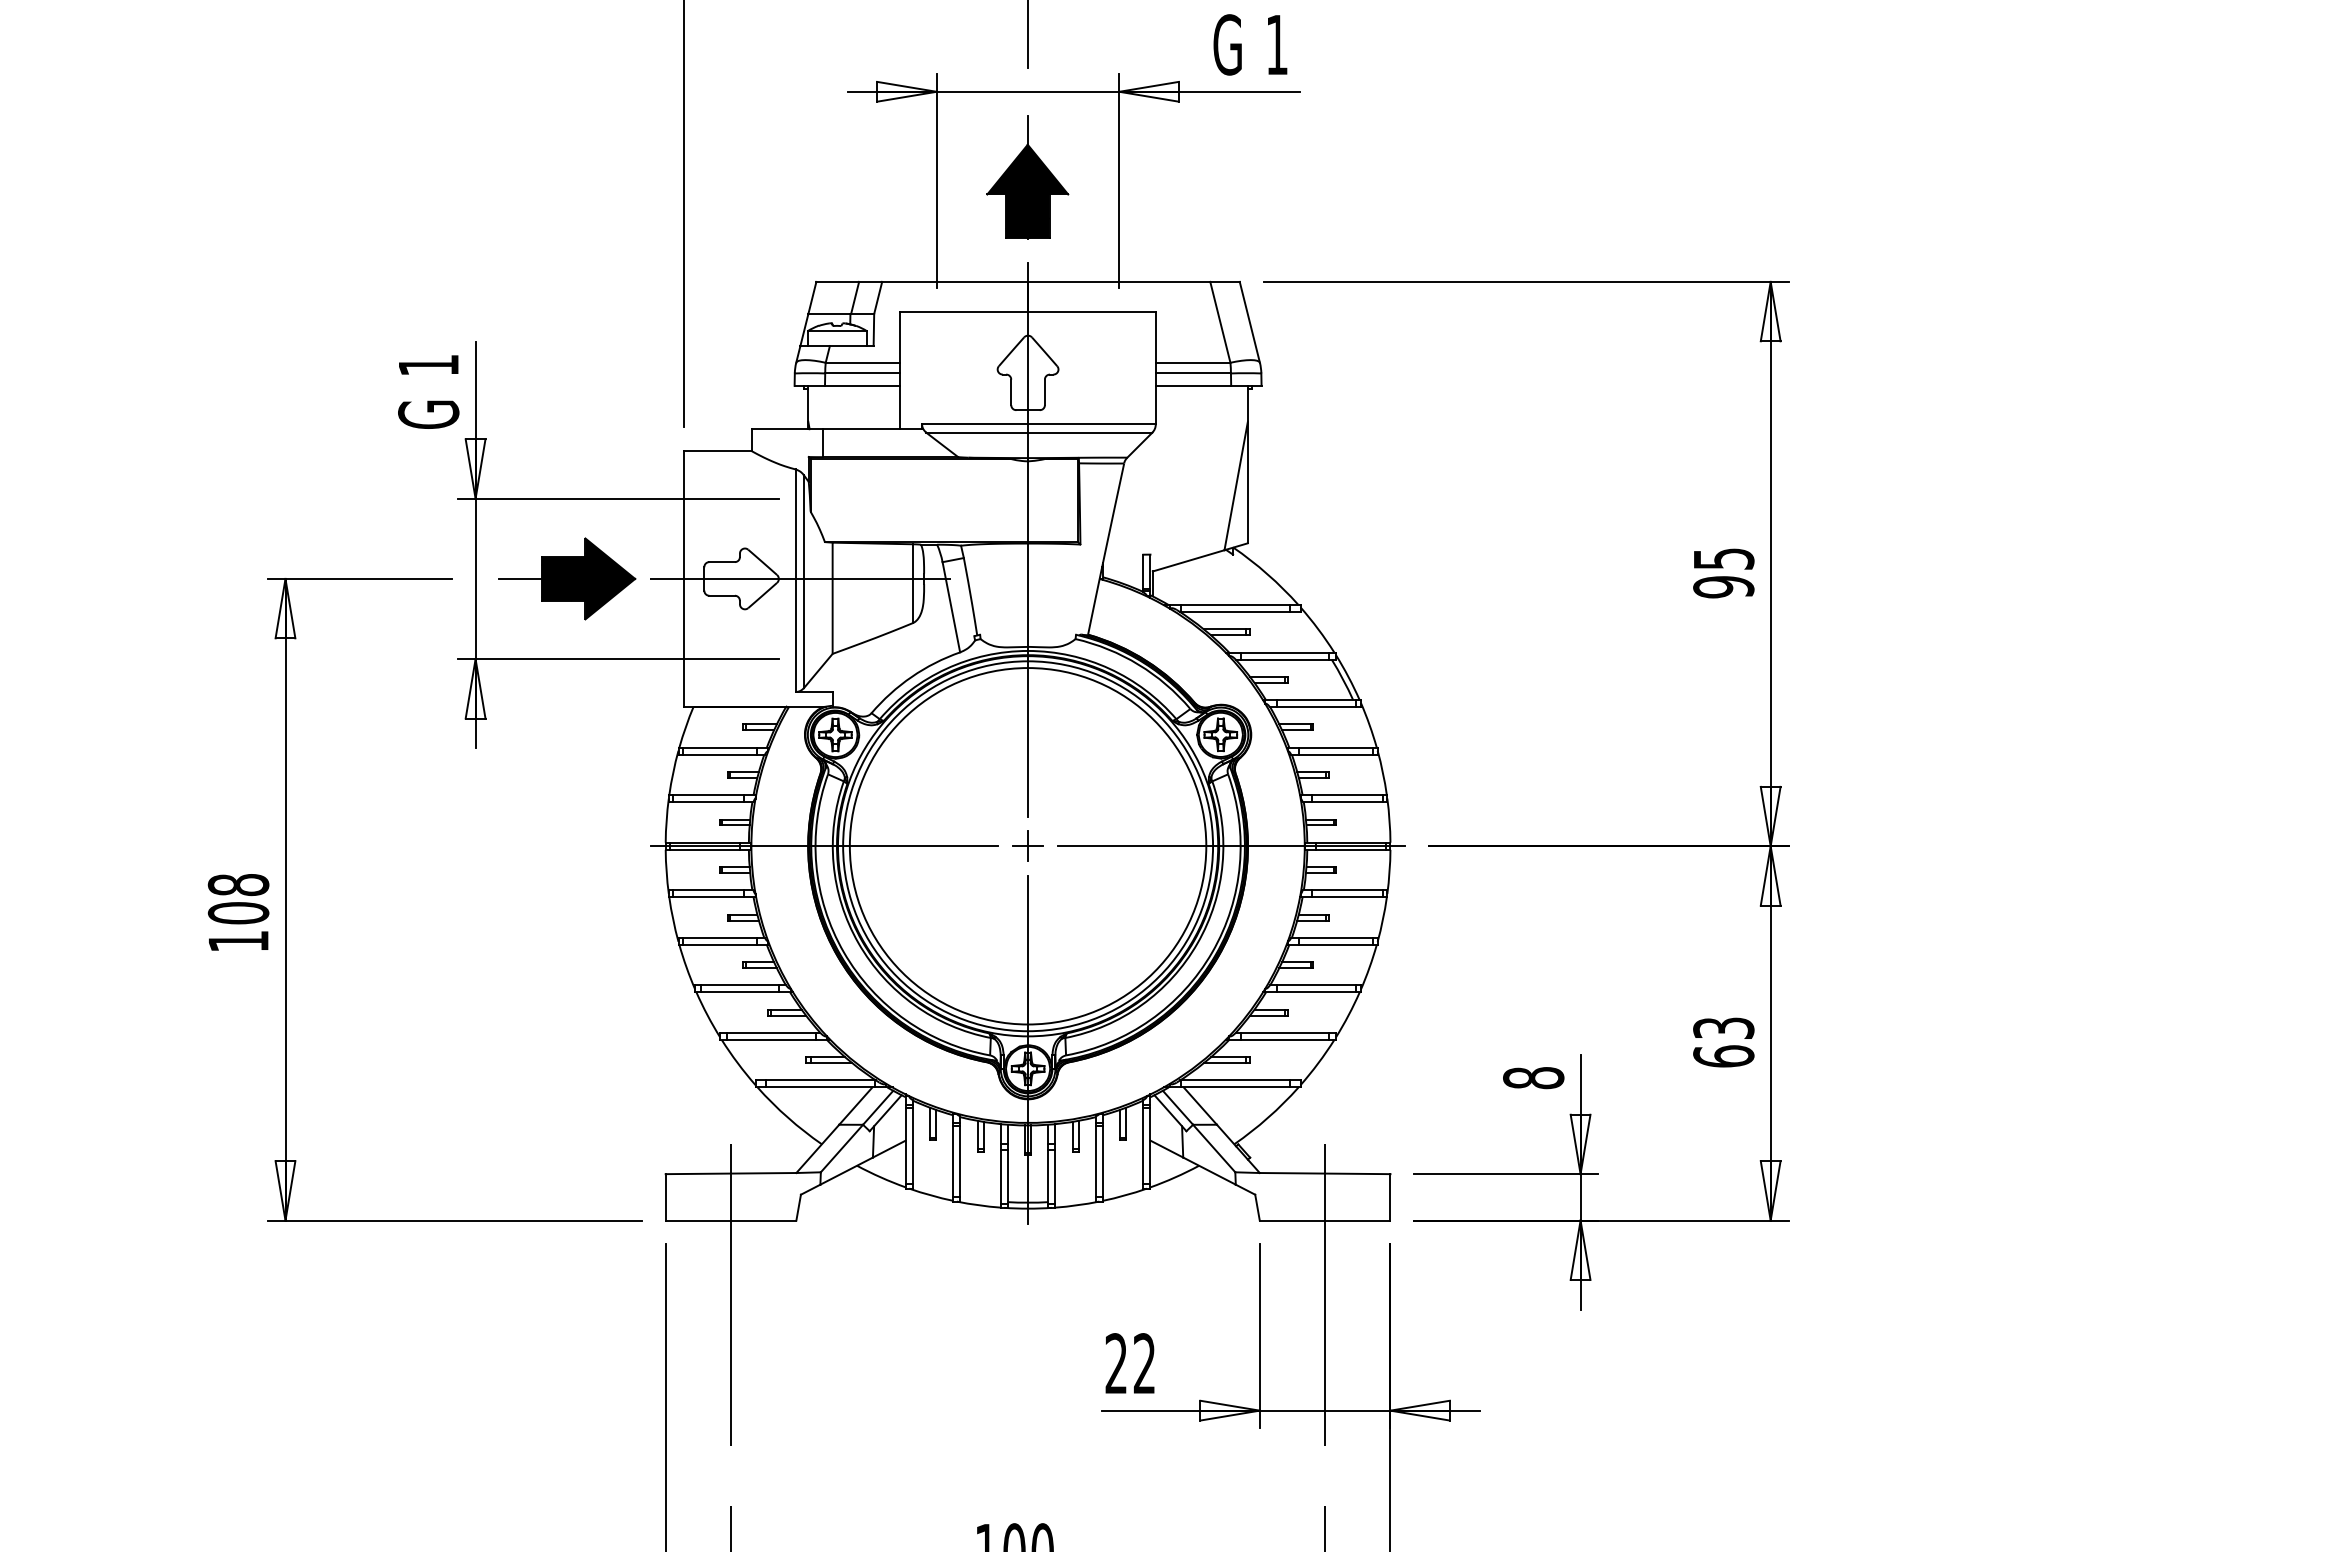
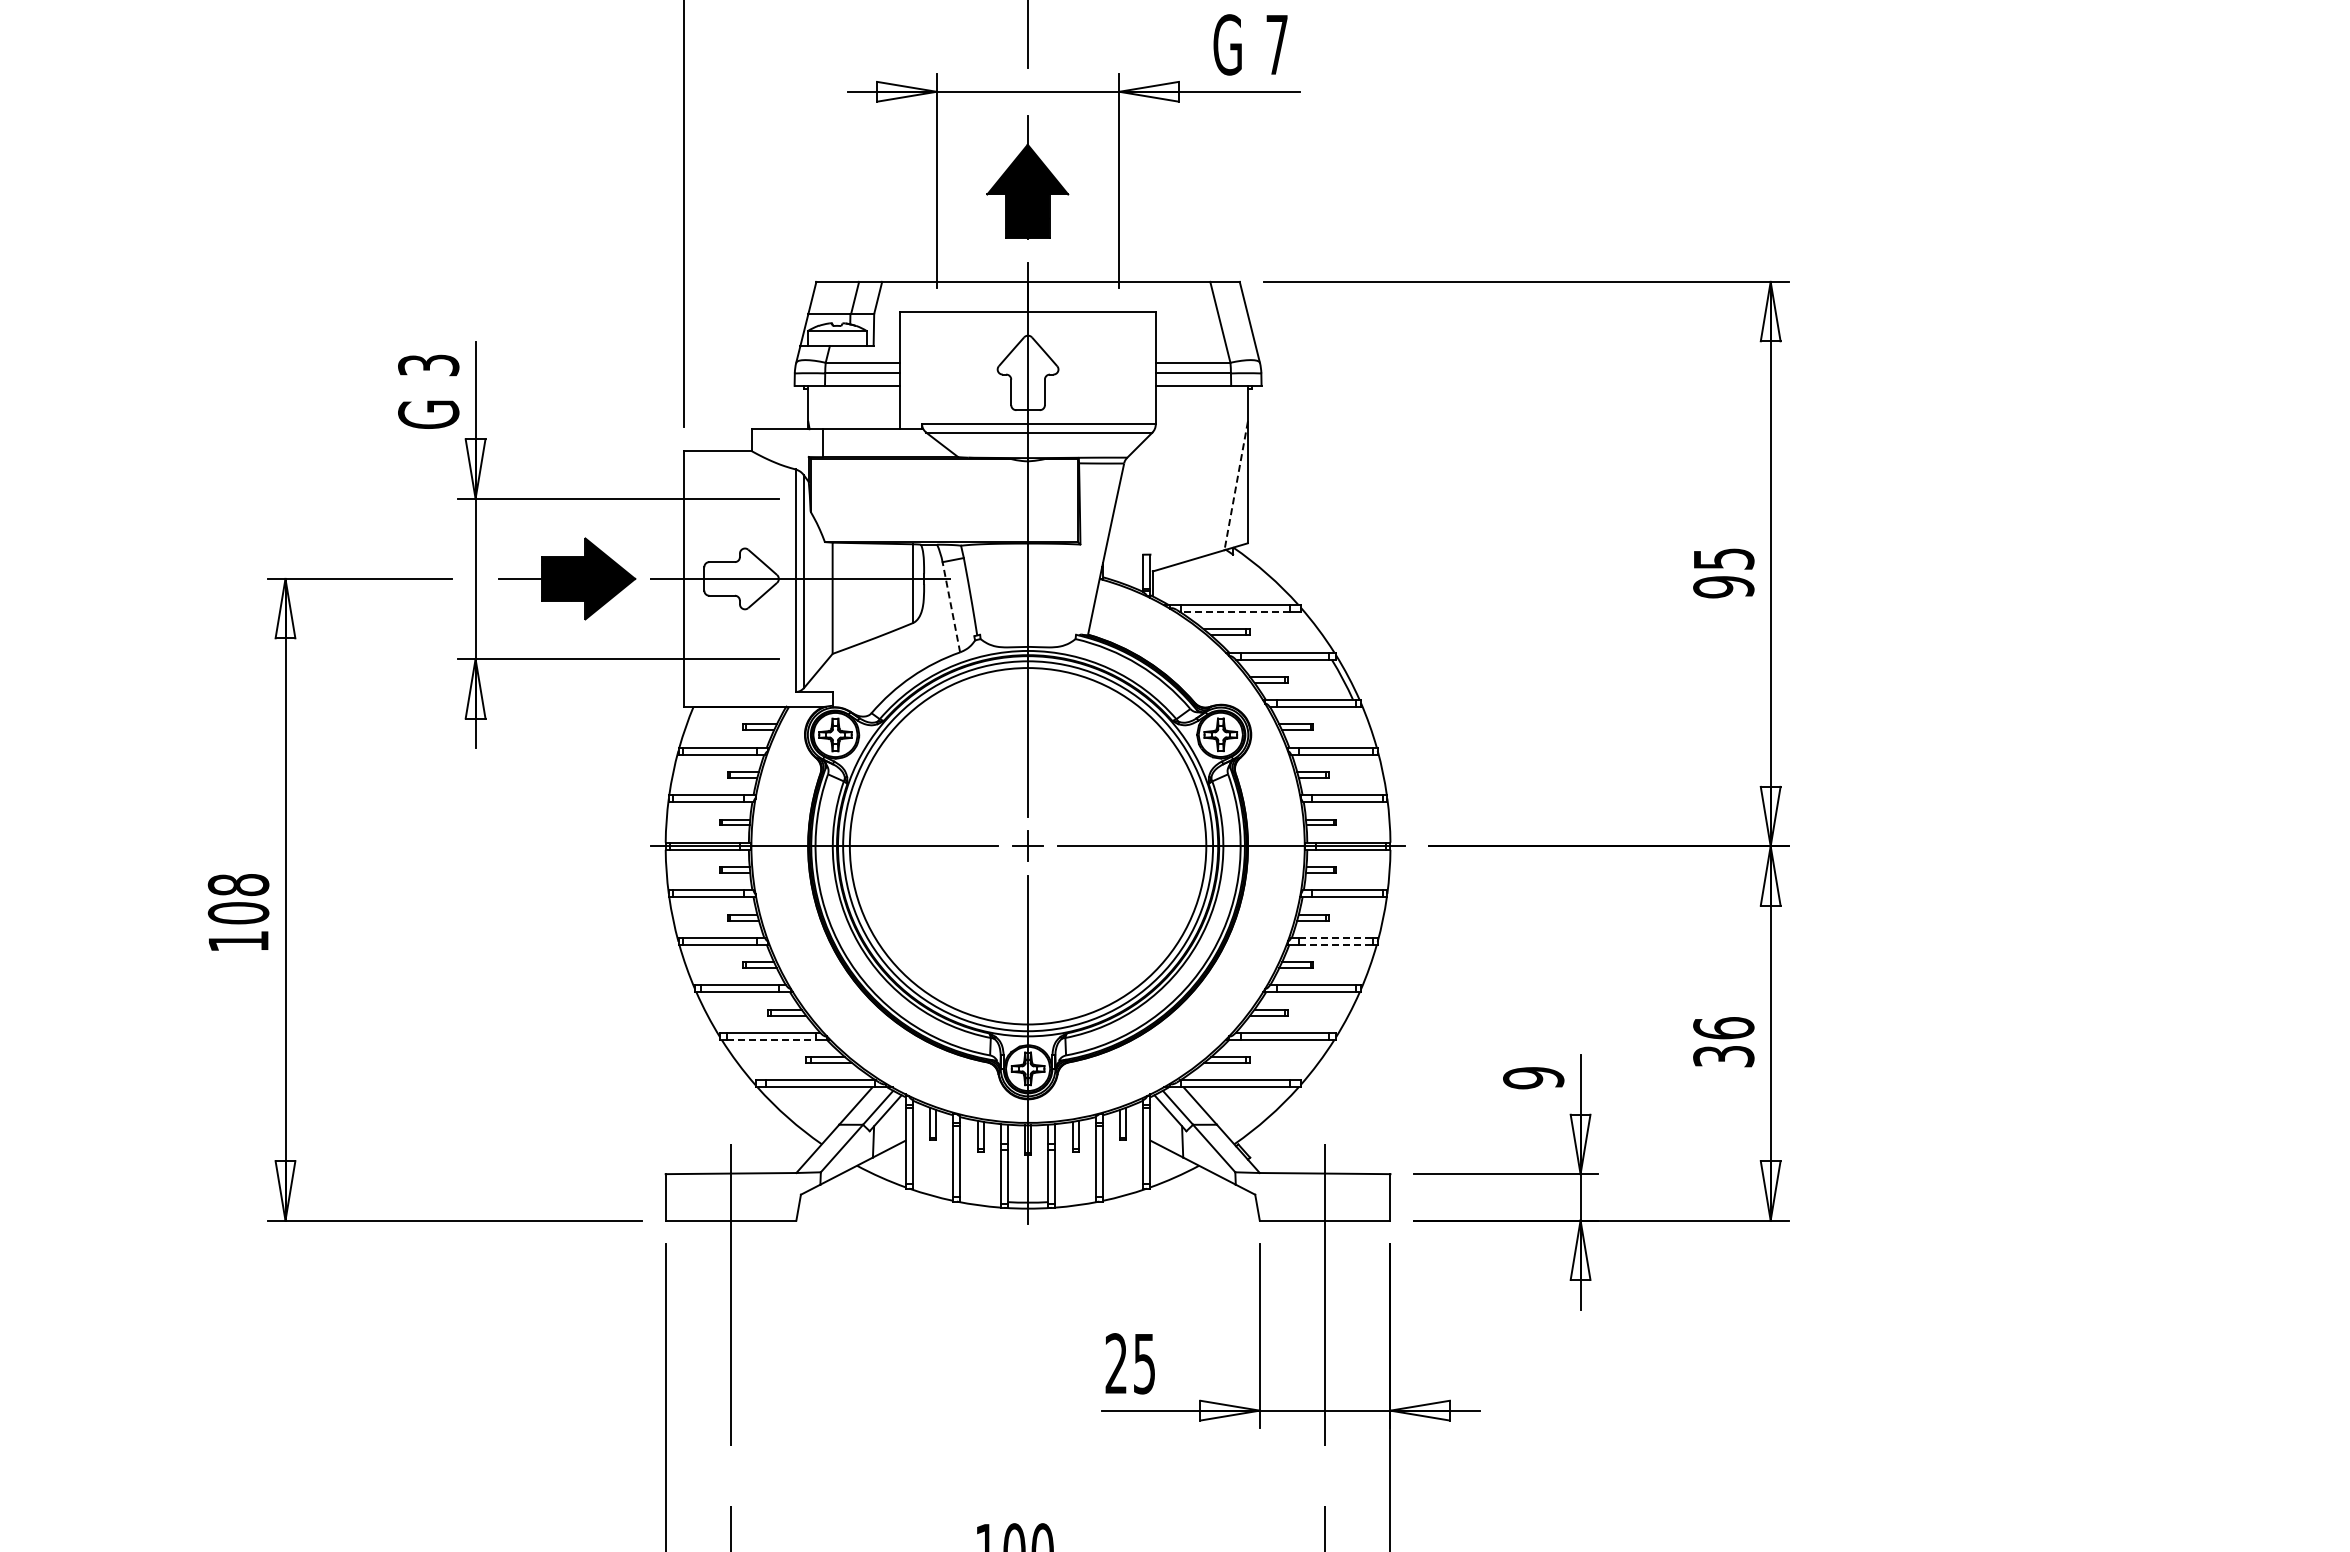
text at (1276, 44): 1 -> 7
text at (428, 365): 1 -> 3
line at (1236, 486): solid -> dashed
line at (951, 607): solid -> dashed
line at (1235, 612): solid -> dashed
line at (1336, 937): solid -> dashed
line at (1336, 944): solid -> dashed
line at (771, 1039): solid -> dashed
text at (1723, 1042): 63 -> 36
text at (1533, 1078): 8 -> 9
text at (1143, 1363): 22 -> 25
